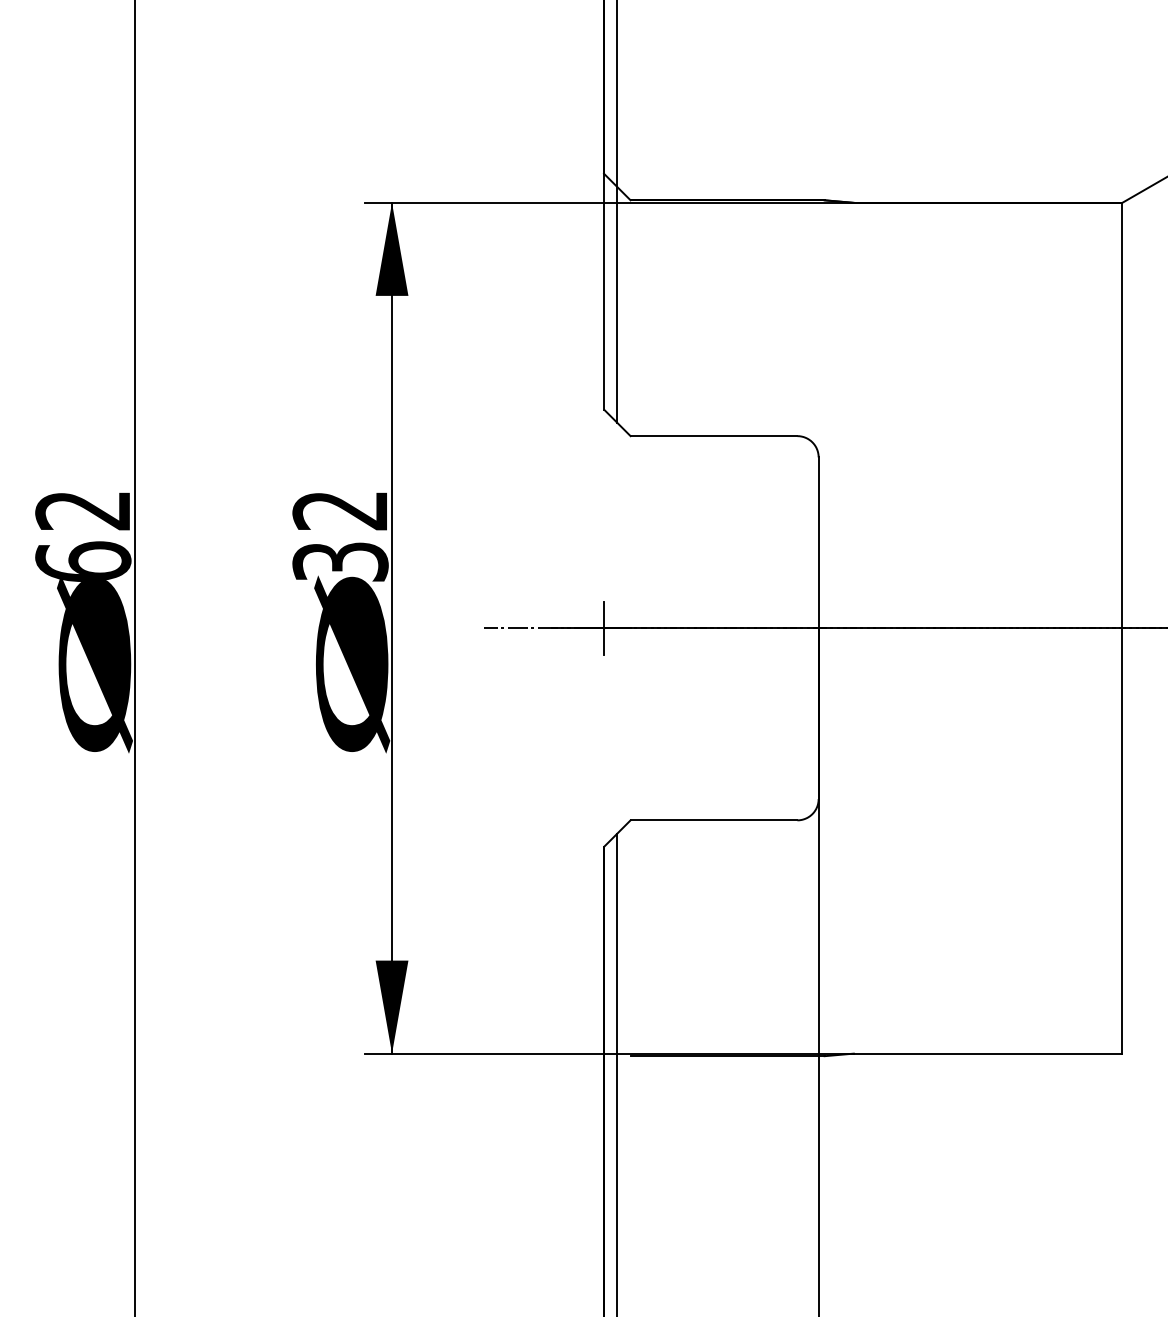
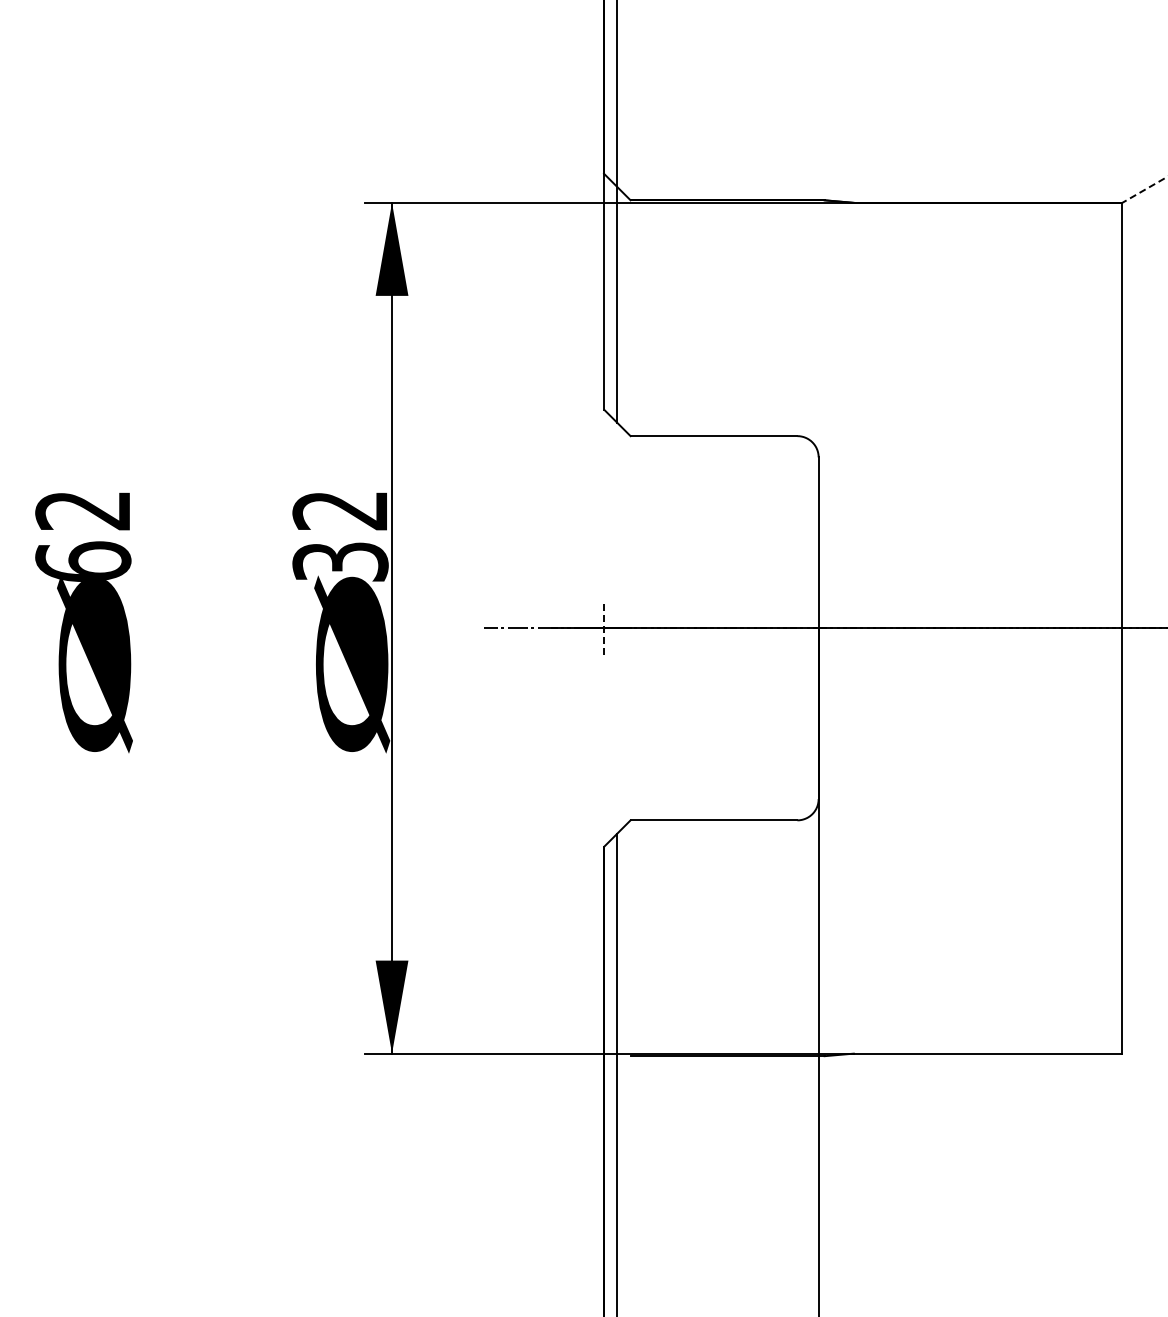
line at (1144, 189): solid -> dashed
line at (604, 628): solid -> dashed
line at (134, 657): present -> none
